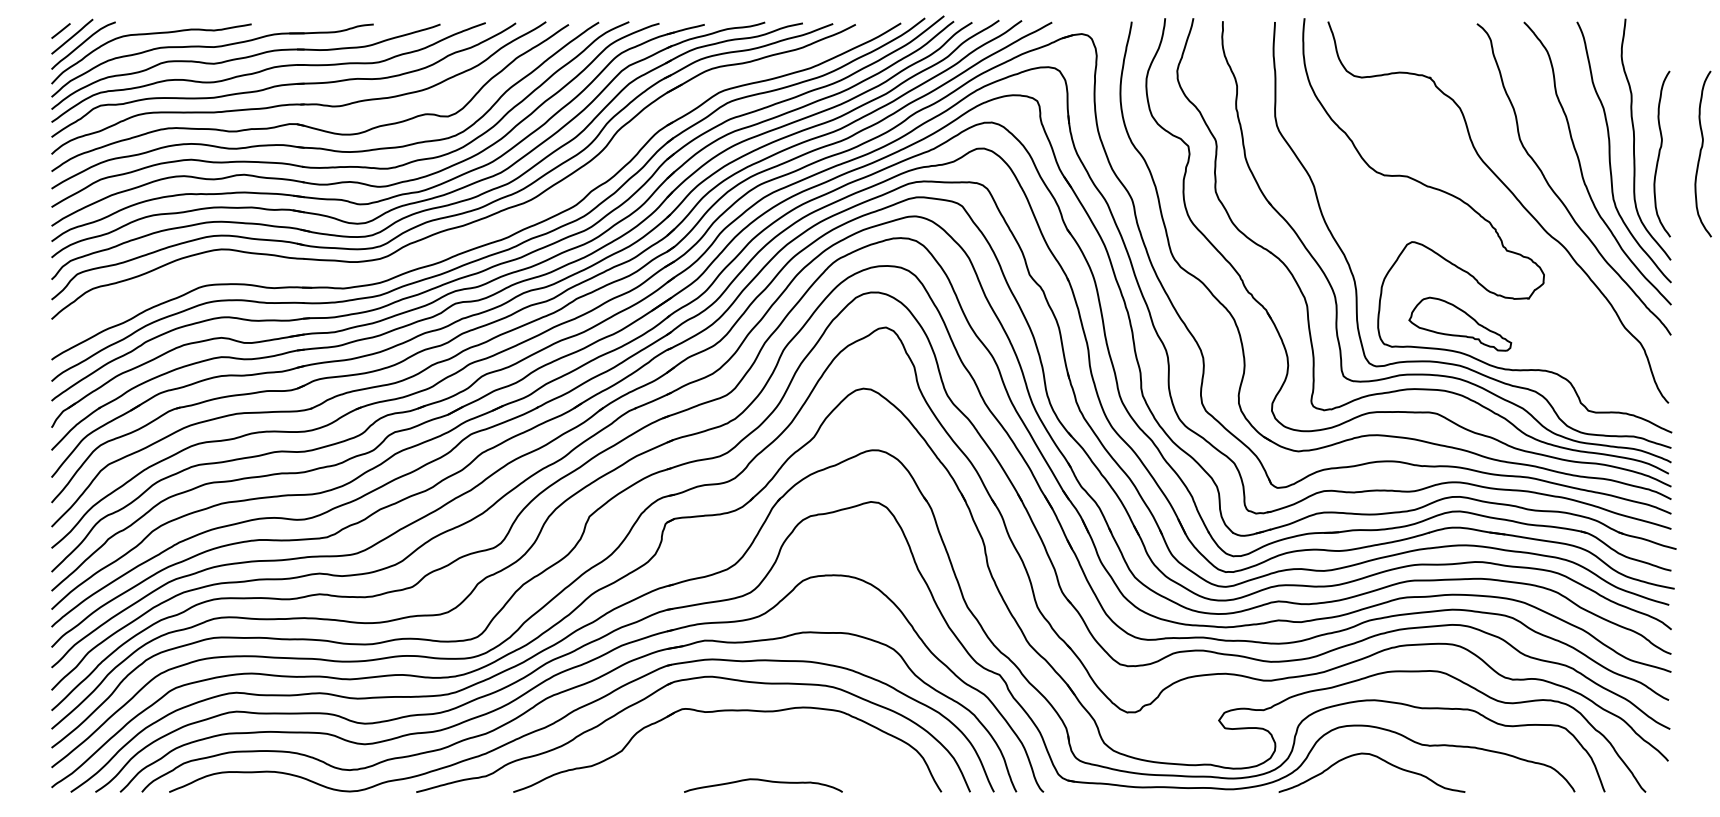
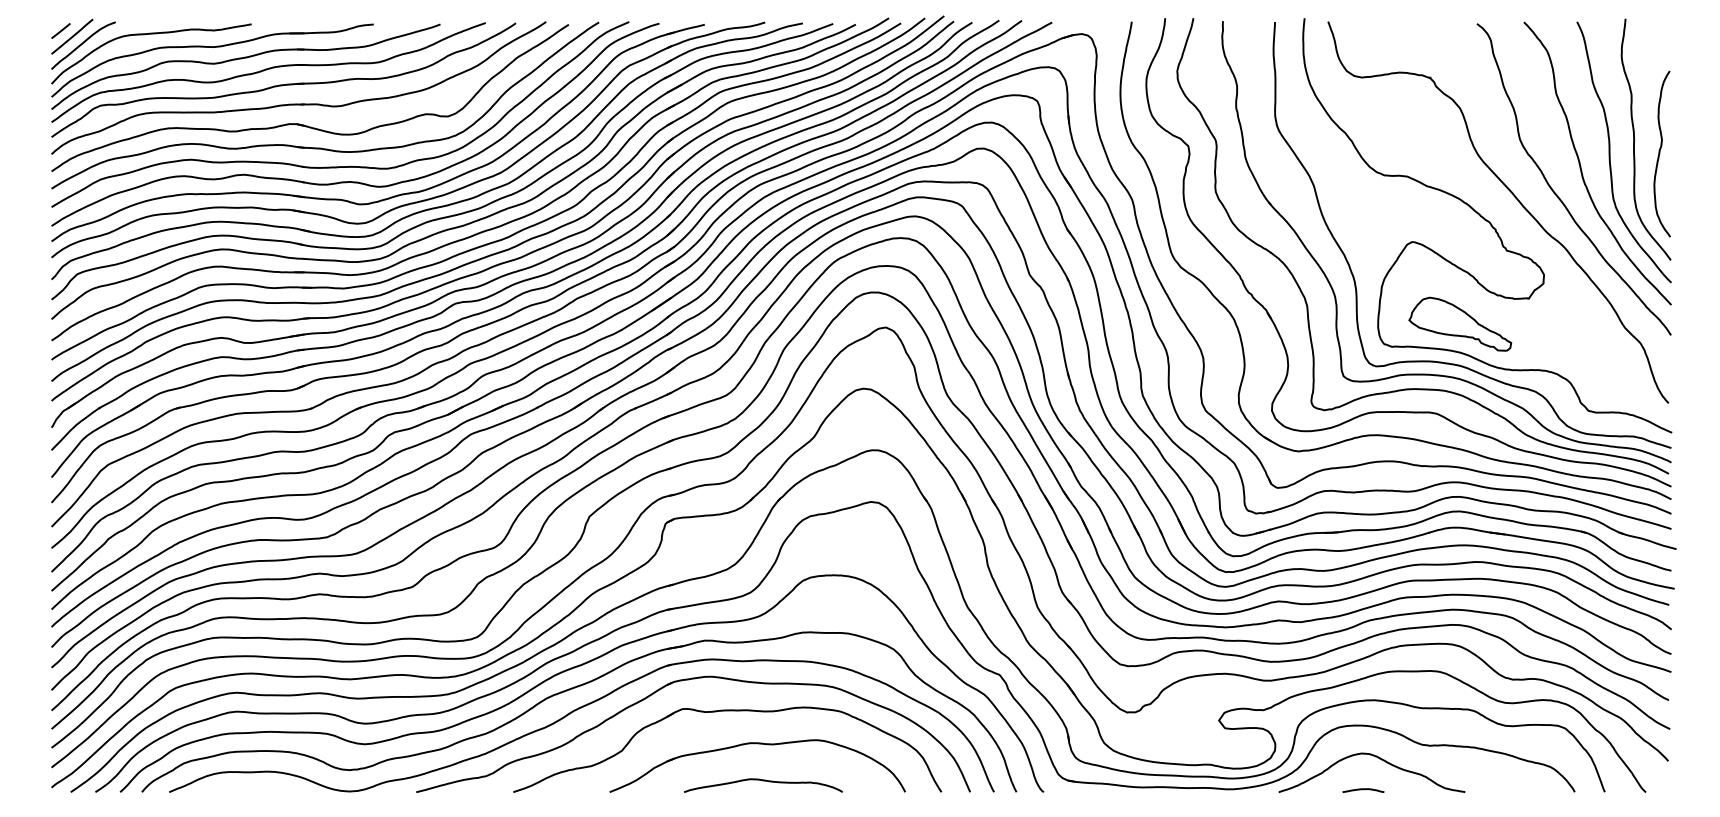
curve at (1701, 153): present -> none
part at (486, 229): none -> present
part at (757, 744): none -> present
part at (1363, 790): none -> present
